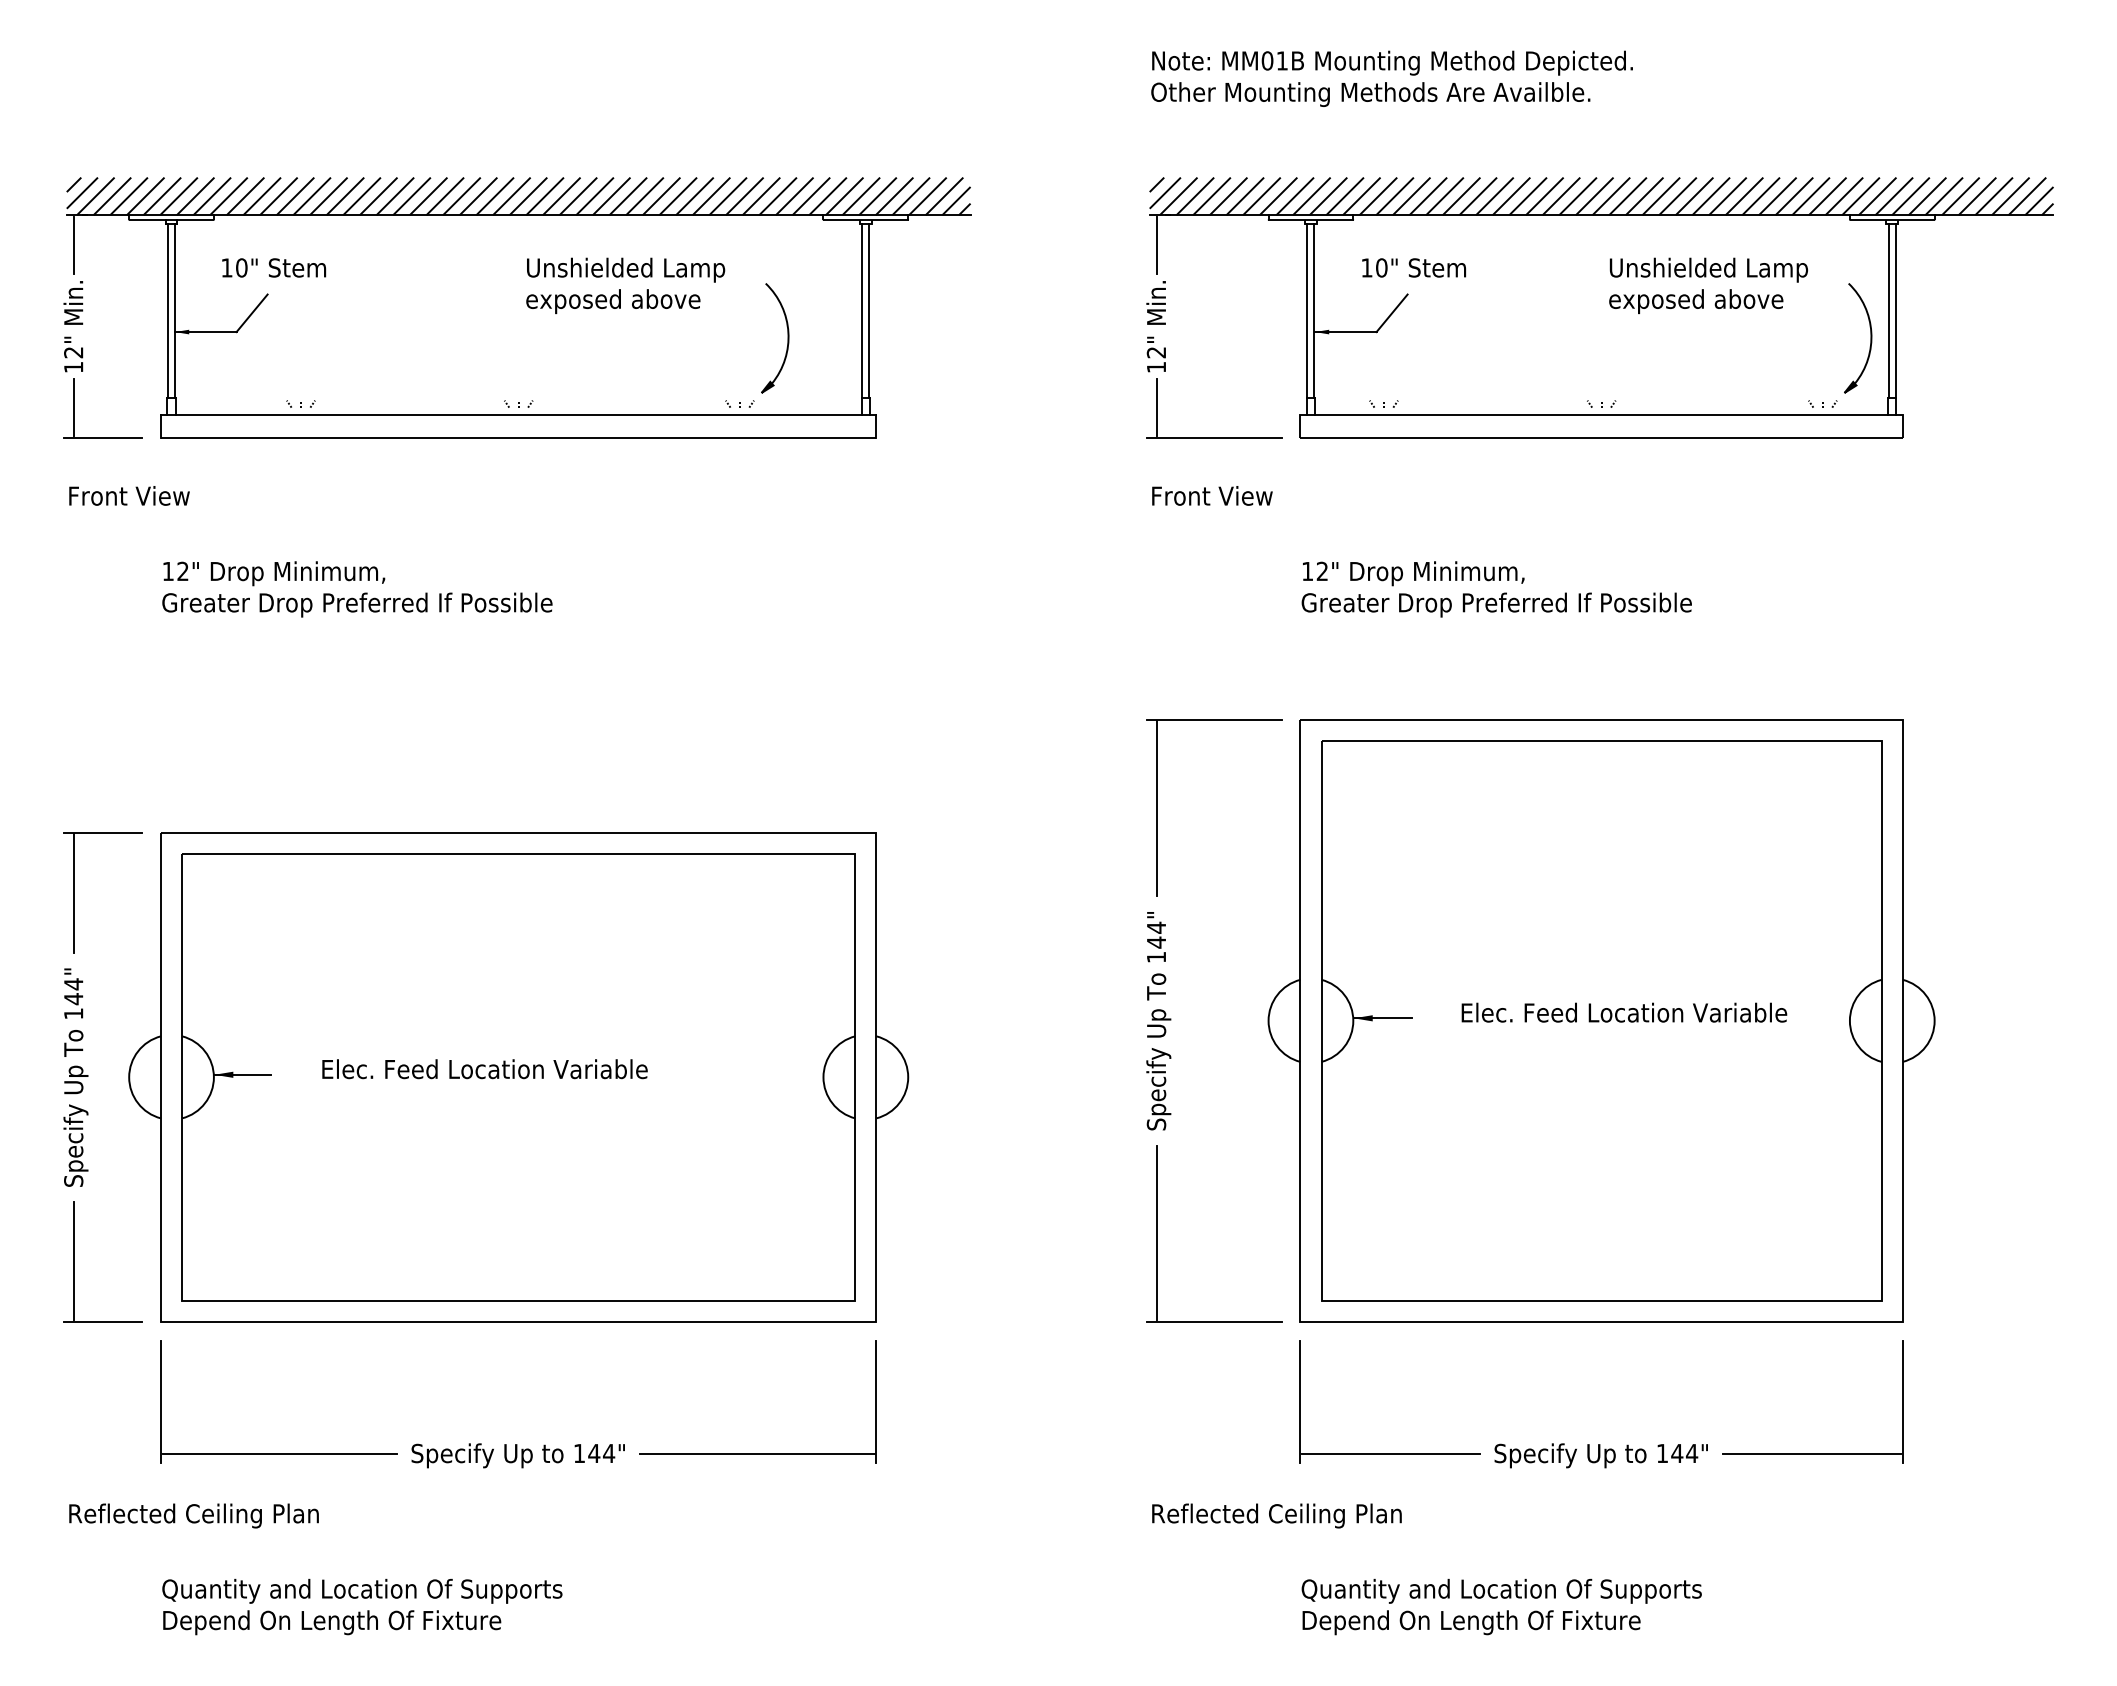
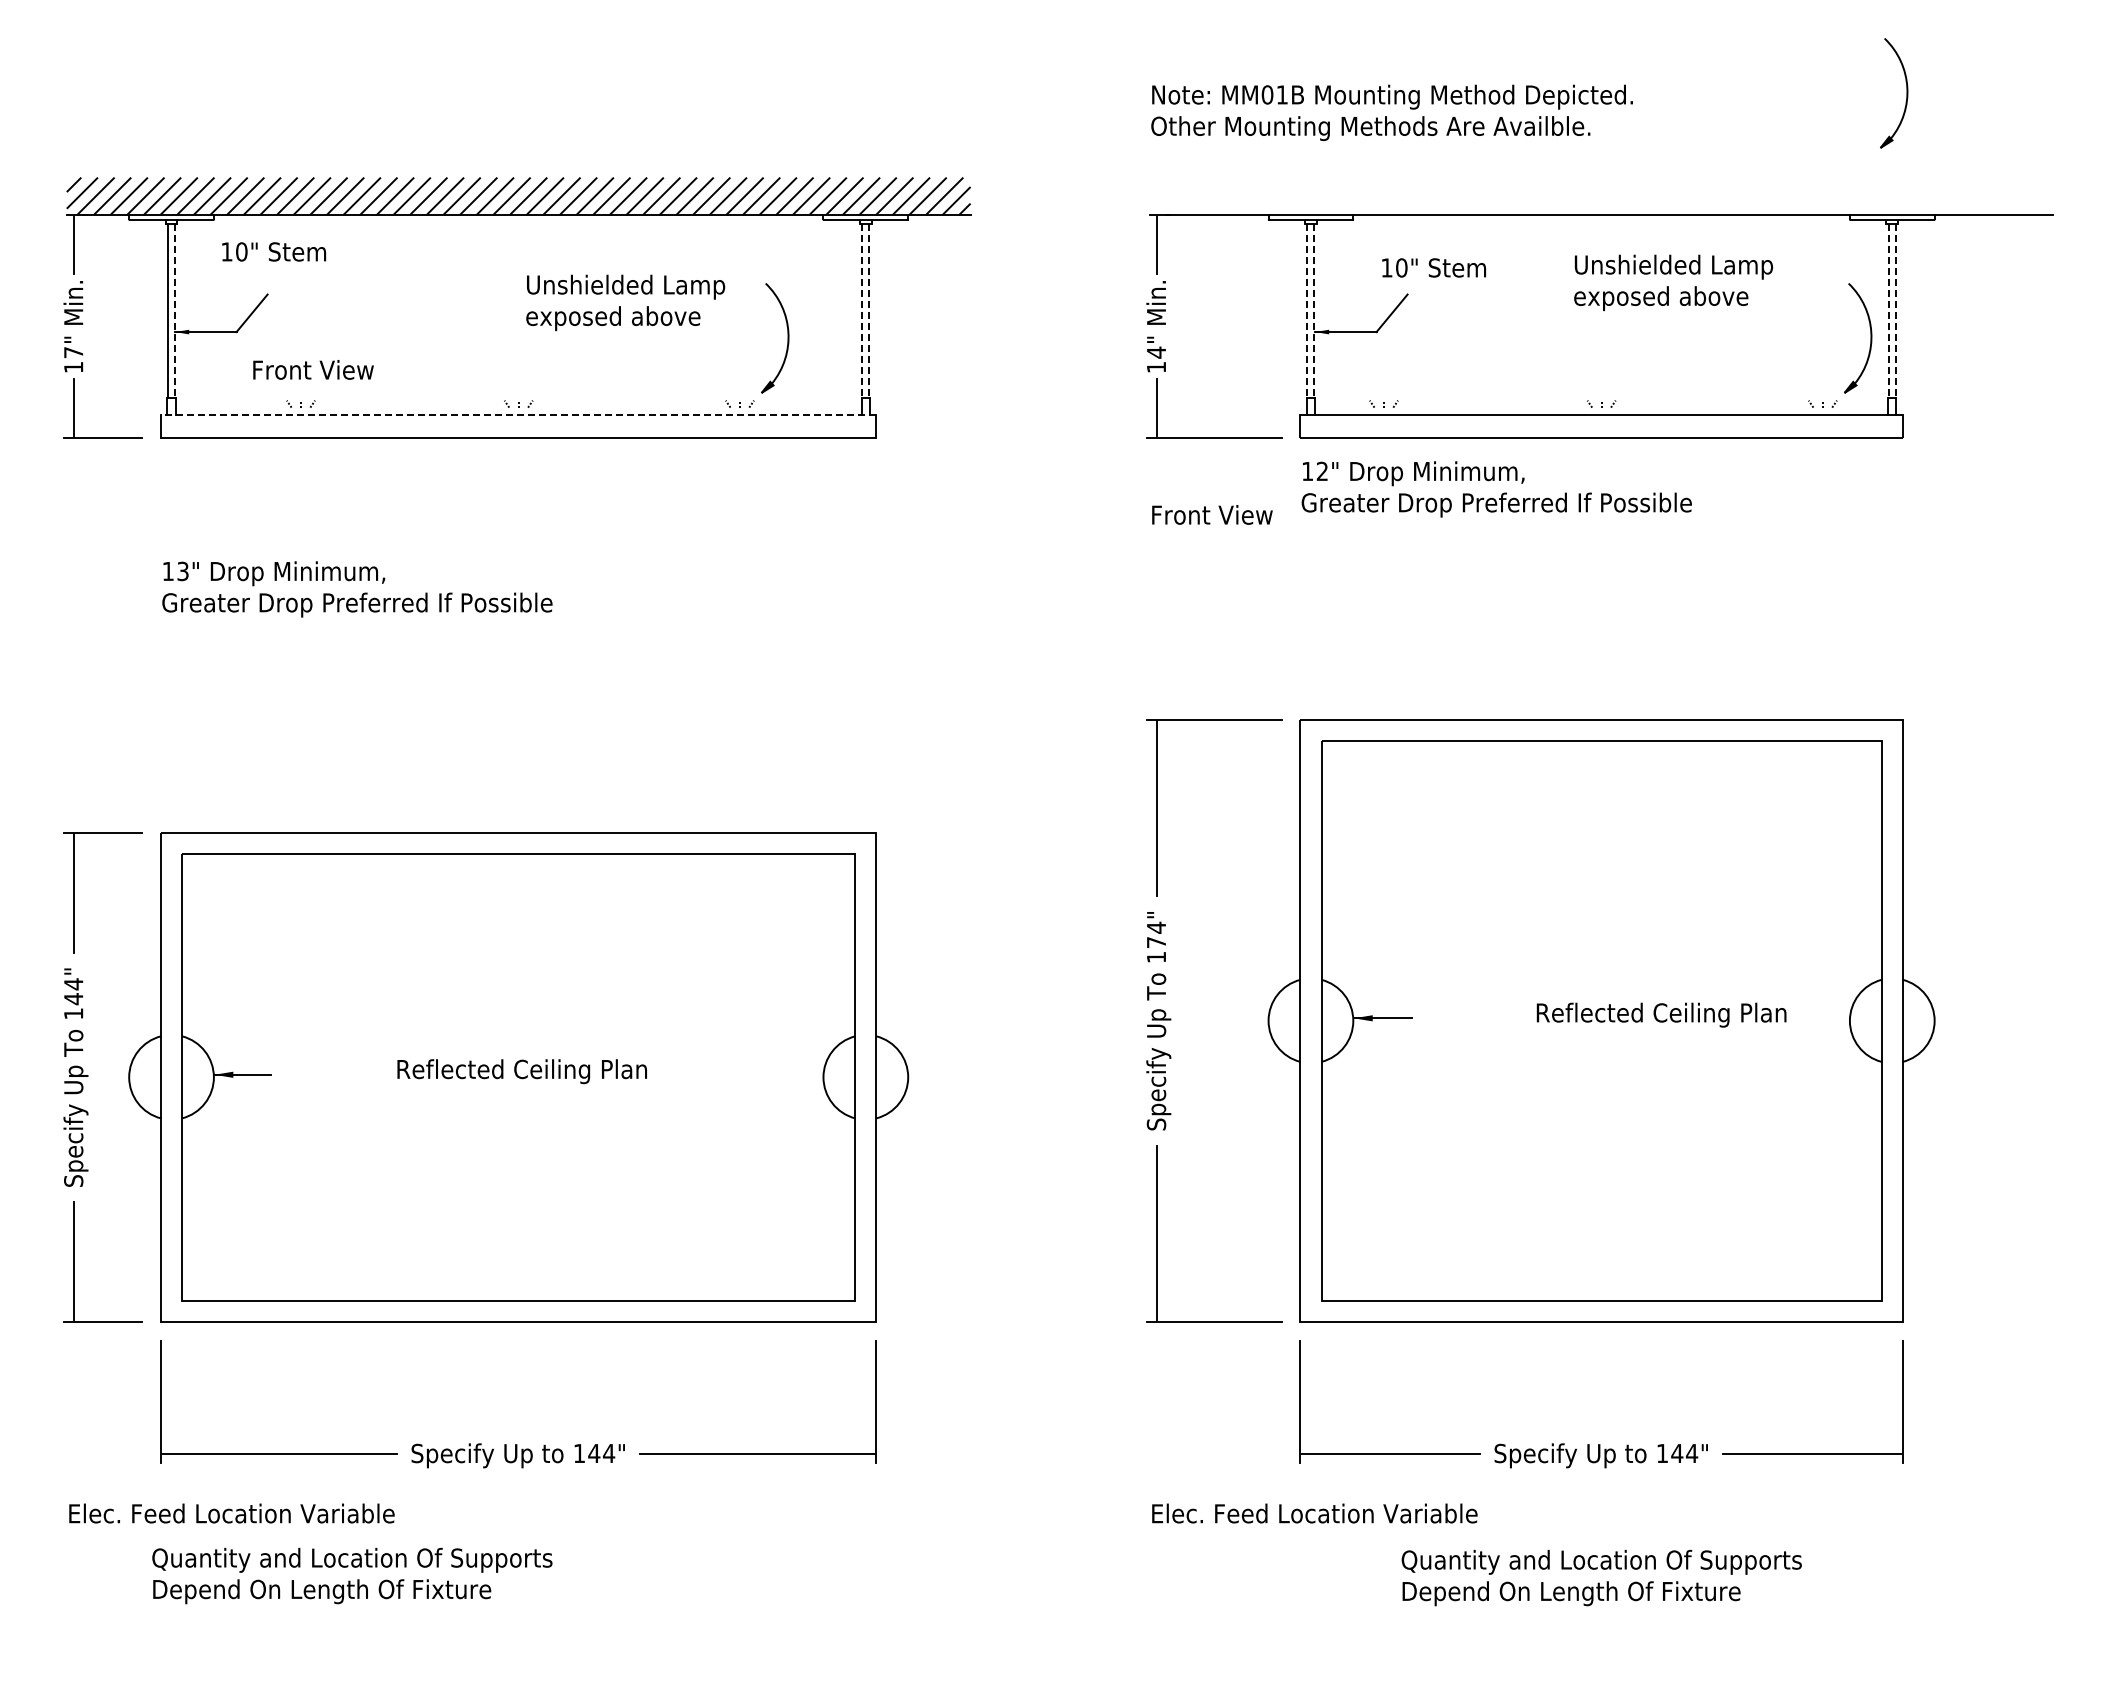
text at (1391, 78) position: (1391, 78) -> (1391, 112)
part at (1906, 93): none -> present
hatch at (1601, 196): present -> none
text at (274, 267) position: (274, 267) -> (274, 251)
text at (1413, 267) position: (1413, 267) -> (1433, 267)
text at (625, 285) position: (625, 285) -> (625, 302)
text at (1708, 285) position: (1708, 285) -> (1673, 282)
line at (175, 311): solid -> dashed
line at (862, 311): solid -> dashed
line at (869, 311): solid -> dashed
line at (1307, 311): solid -> dashed
line at (1314, 311): solid -> dashed
line at (1888, 311): solid -> dashed
line at (1895, 311): solid -> dashed
text at (73, 352): 12" -> 17"
text at (1155, 352): 12" -> 14"
line at (518, 414): solid -> dashed
text at (129, 495) position: (129, 495) -> (313, 369)
text at (1212, 495) position: (1212, 495) -> (1212, 514)
text at (182, 571): 12" -> 13"
text at (1496, 589) position: (1496, 589) -> (1496, 489)
text at (1156, 942): 144" -> 174"
text at (1624, 1014): Elec. Feed Location Variable -> Reflected Ceiling Plan
text at (484, 1071): Elec. Feed Location Variable -> Reflected Ceiling Plan
text at (232, 1515): Reflected Ceiling Plan -> Elec. Feed Location Variable
text at (1315, 1515): Reflected Ceiling Plan -> Elec. Feed Location Variable
text at (362, 1606) position: (362, 1606) -> (352, 1575)
text at (1501, 1606) position: (1501, 1606) -> (1601, 1577)
